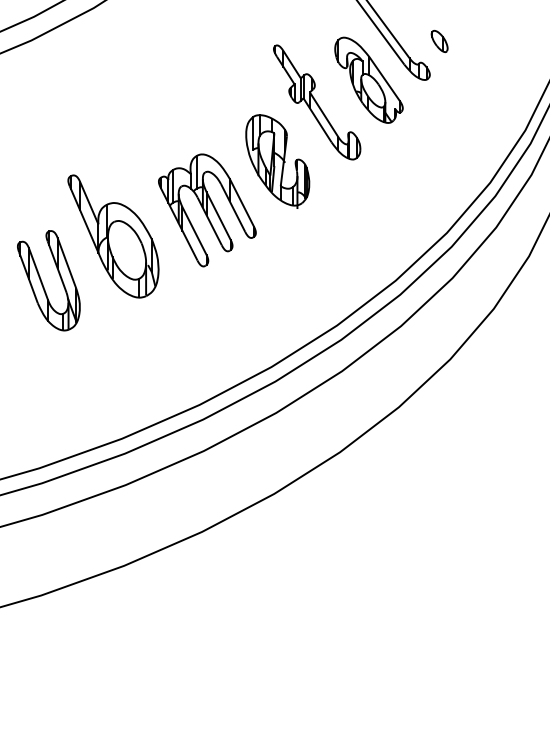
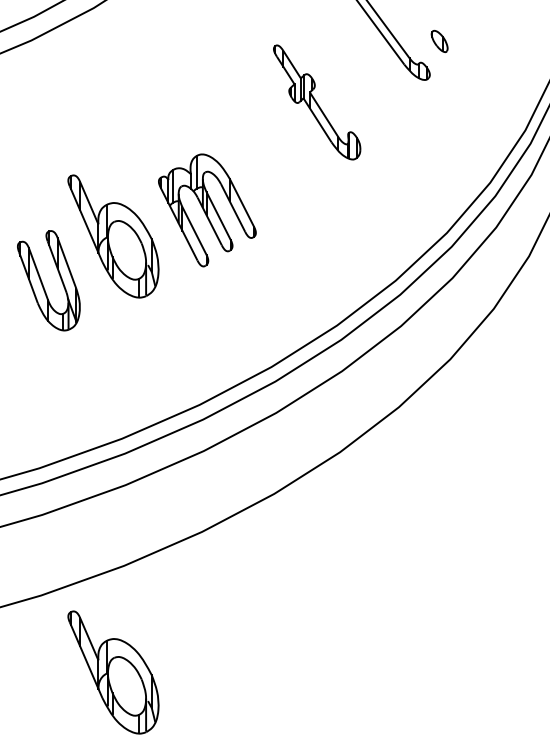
part at (368, 79): present -> none
part at (277, 161): present -> none
part at (113, 672): none -> present
